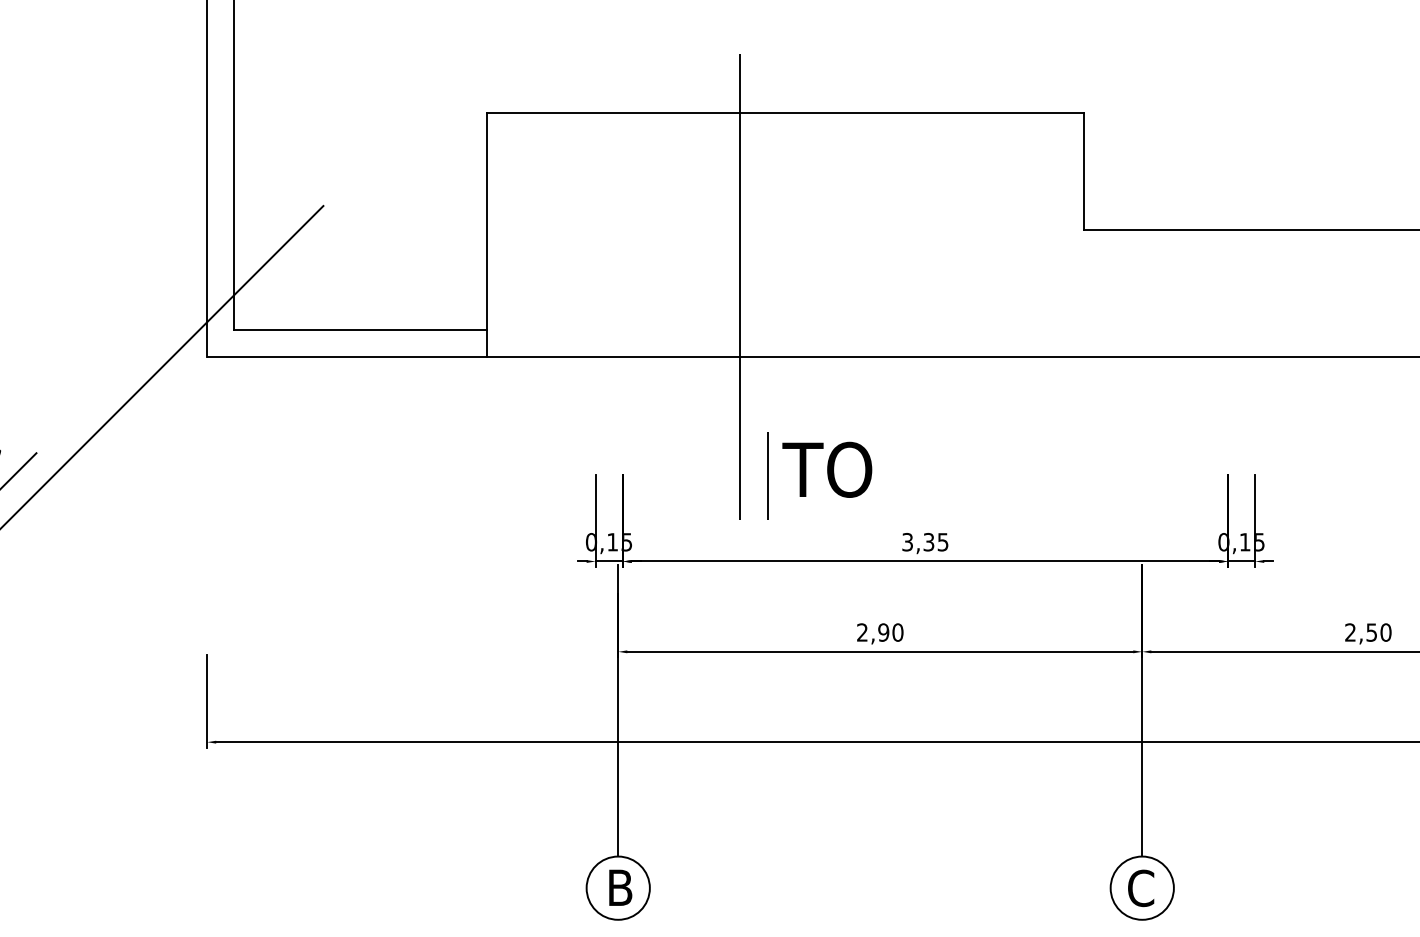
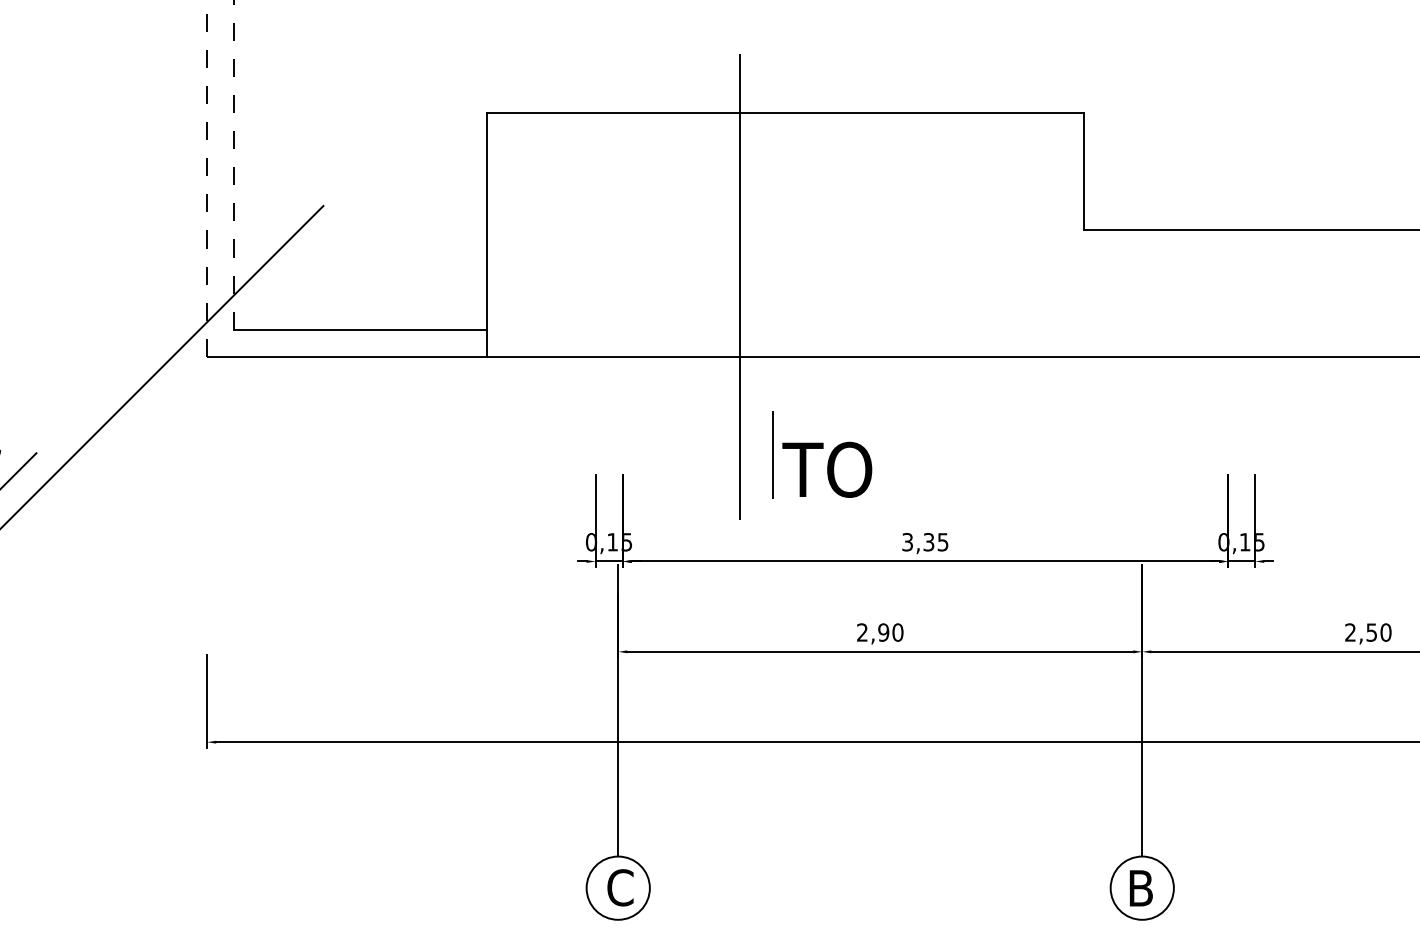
line at (234, 164): solid -> dashed
line at (207, 177): solid -> dashed
line at (767, 475) position: (767, 475) -> (772, 454)
text at (620, 887): B -> C
text at (1141, 888): C -> B
